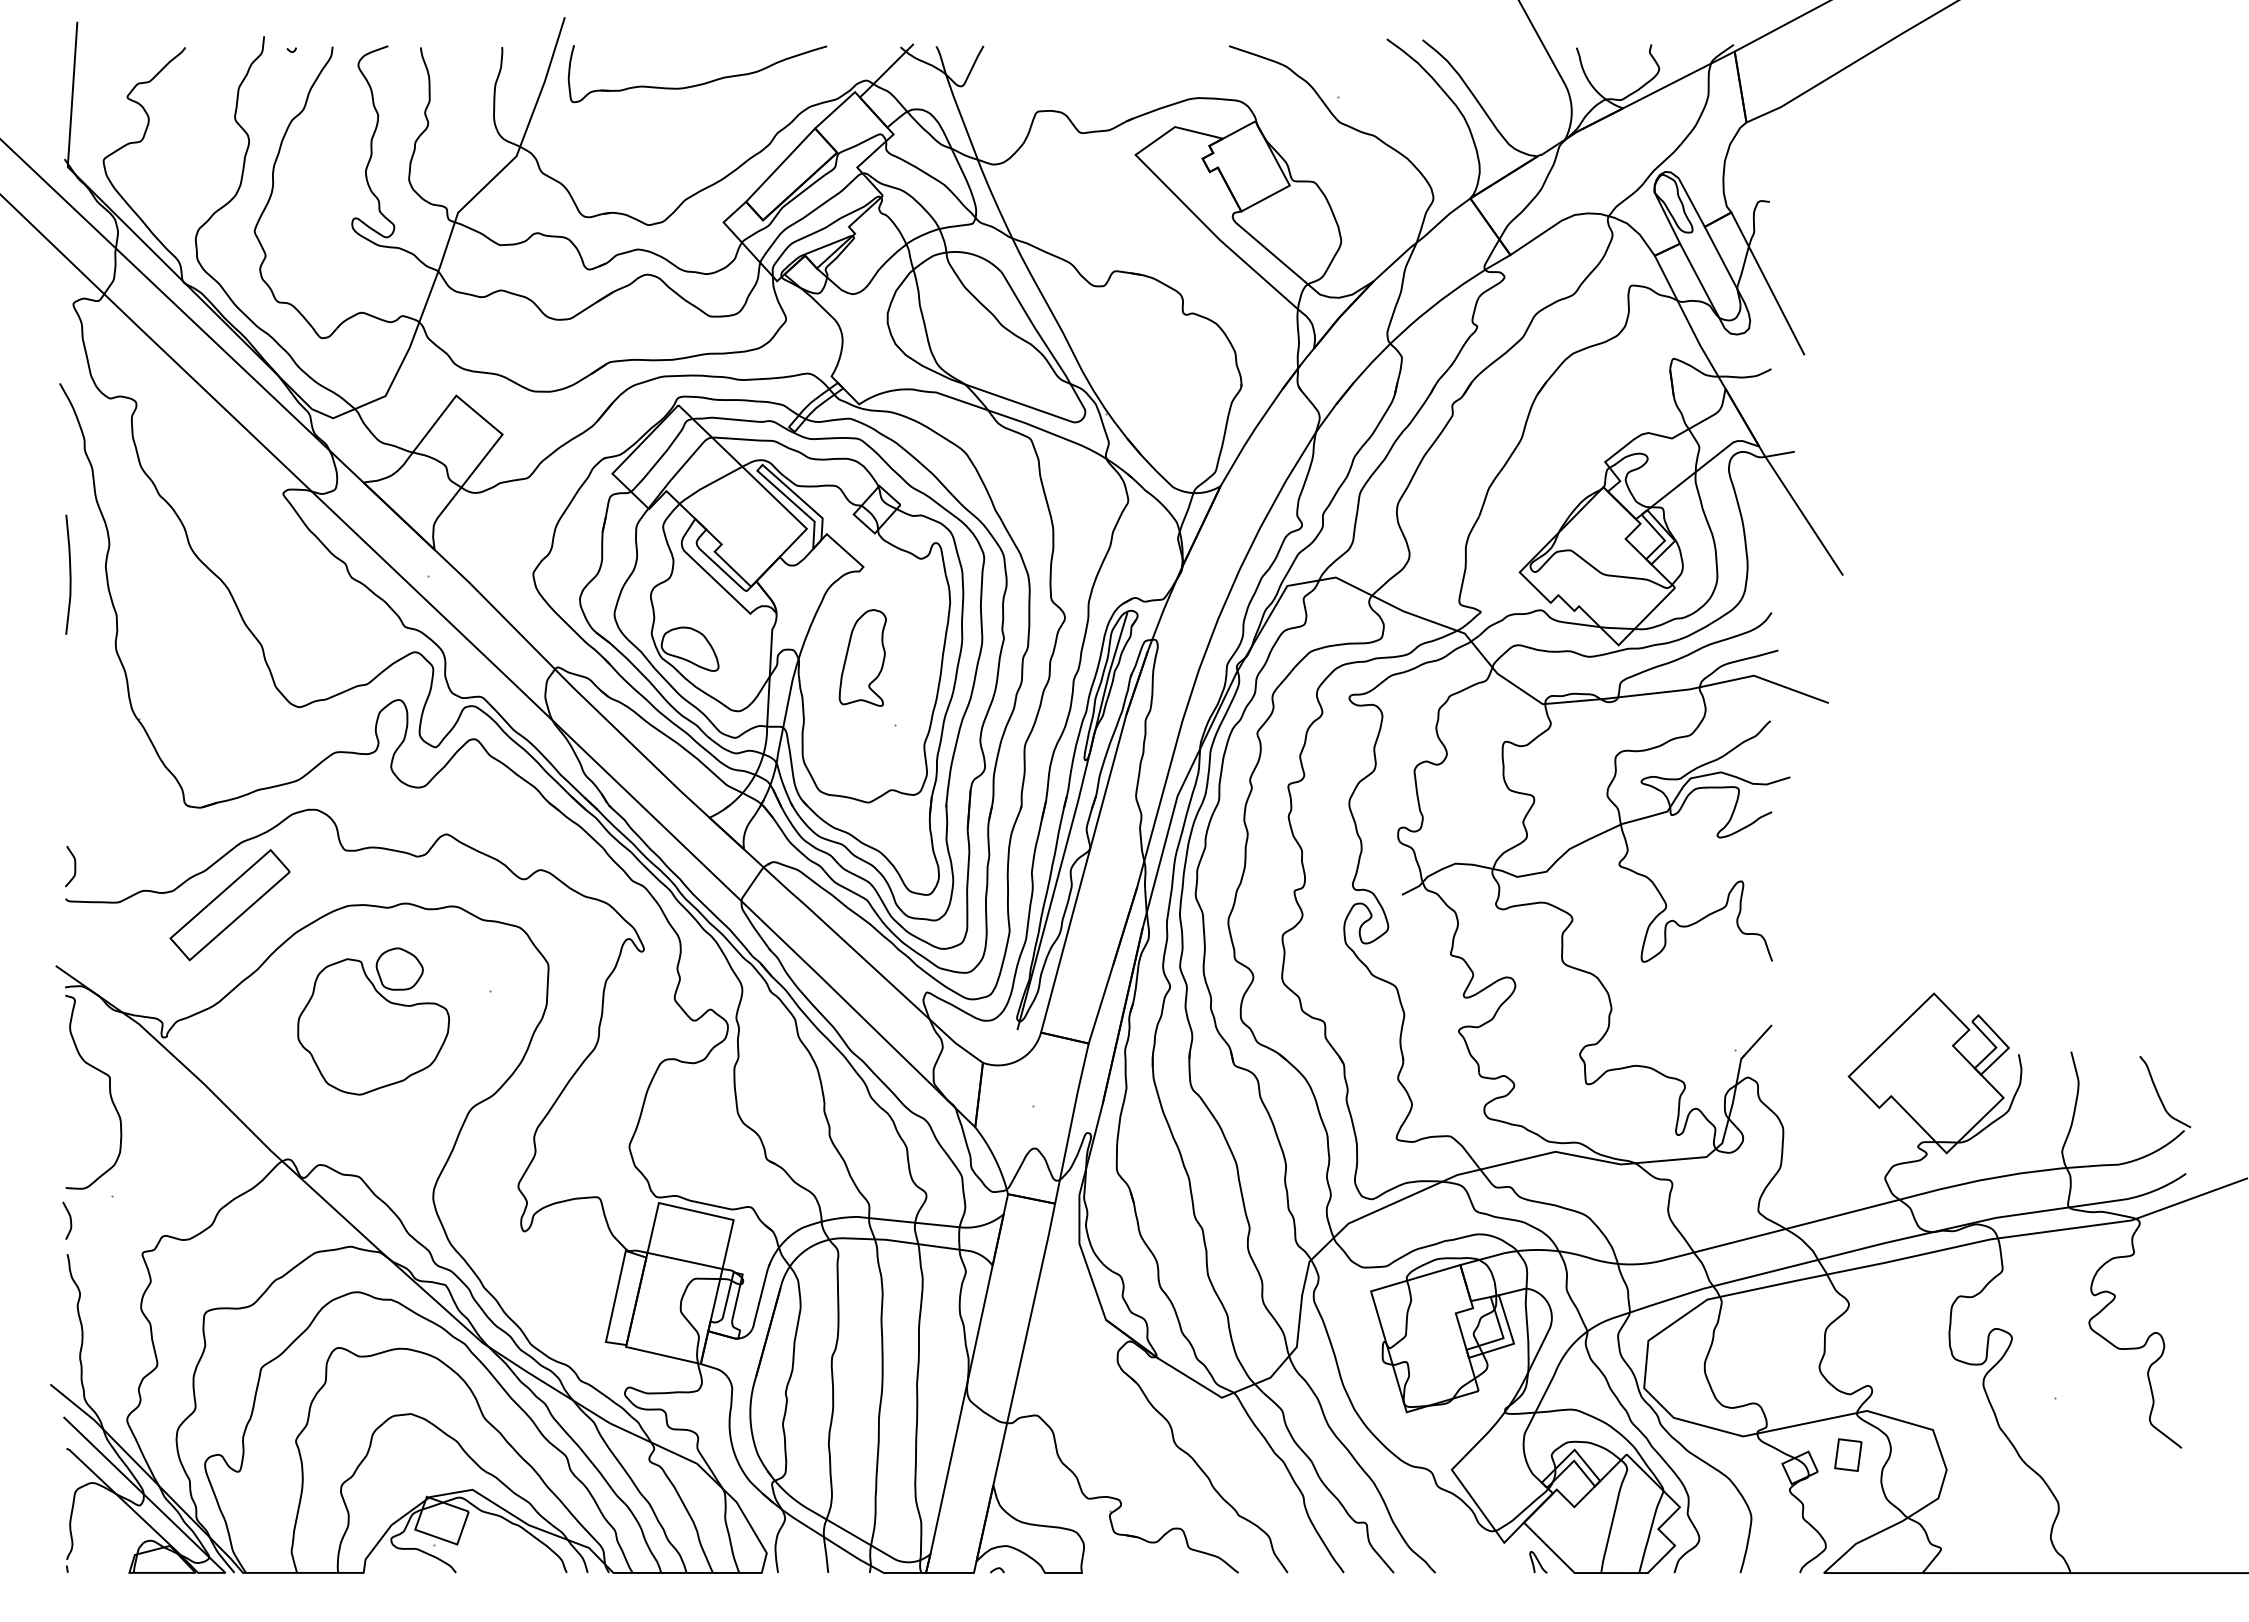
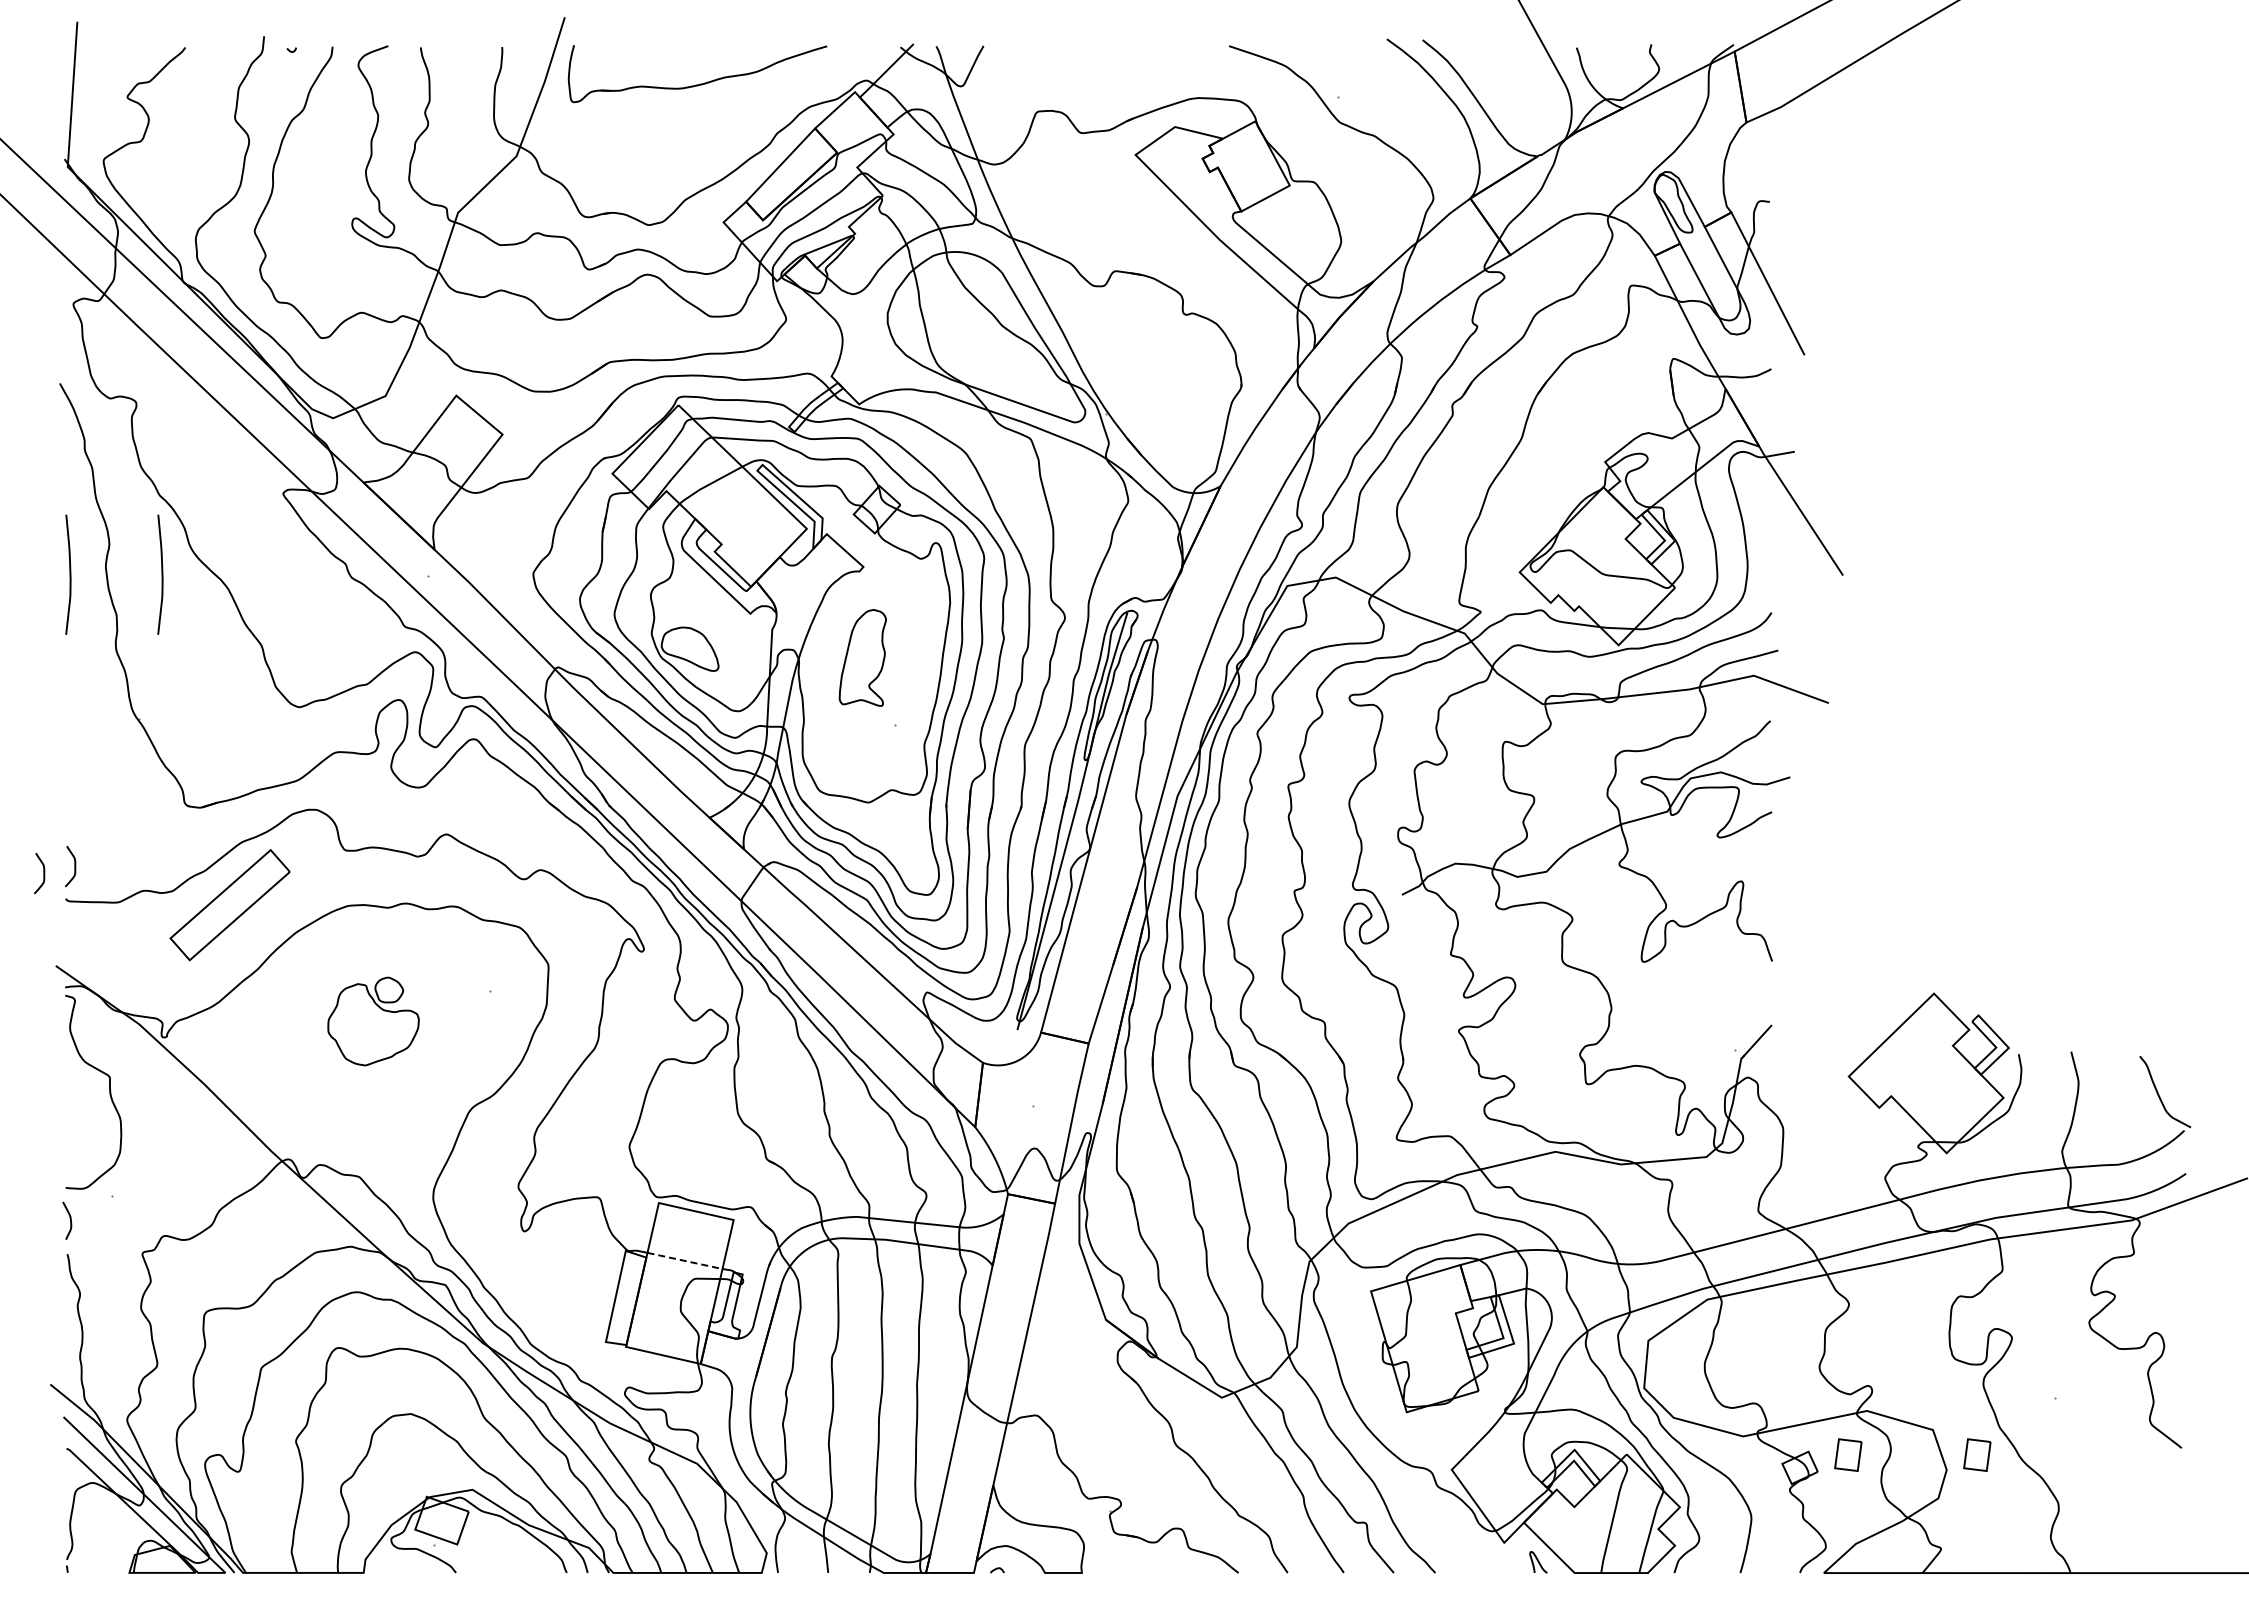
curve at (161, 574): none -> present
curve at (43, 873): none -> present
part at (373, 1021) size: 153x149 px -> 93x91 px
line at (685, 1261): solid -> dashed
part at (1977, 1454): none -> present
